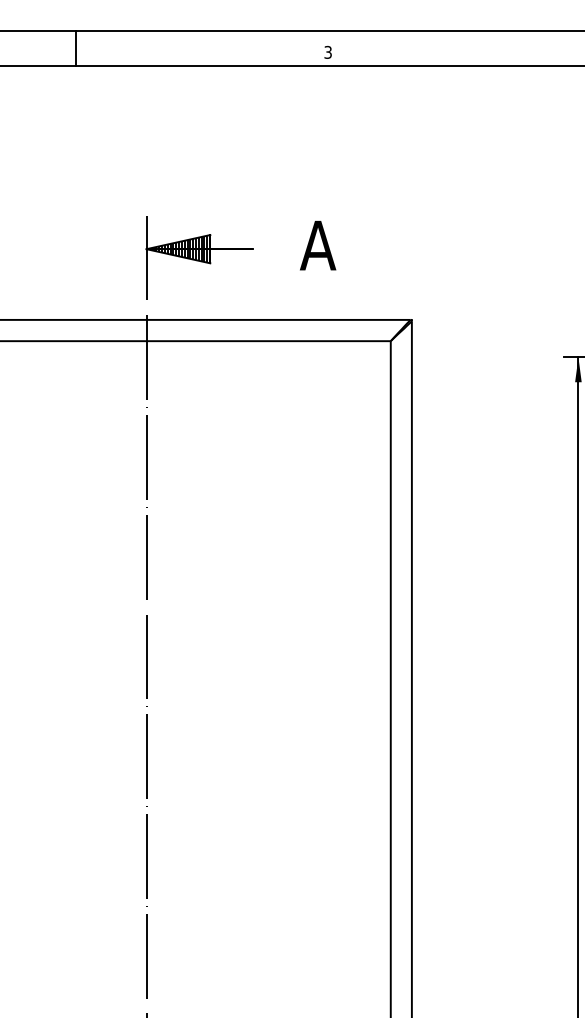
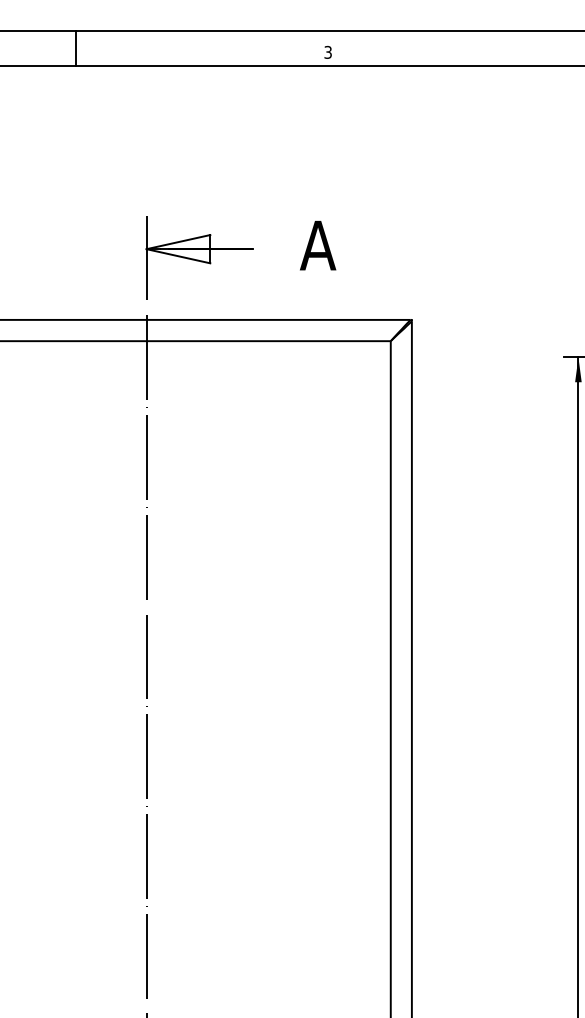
hatch at (178, 249): present -> none
